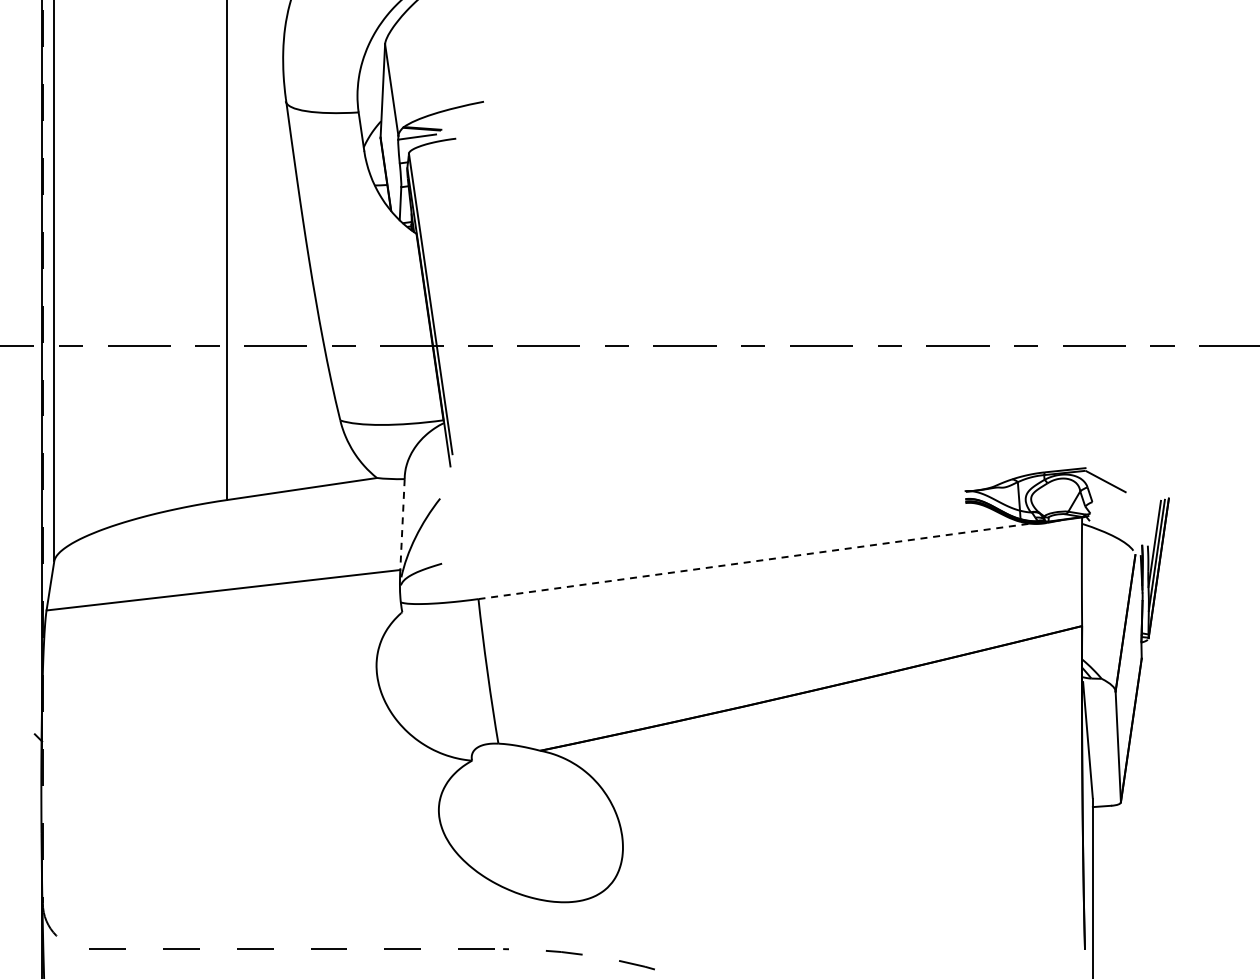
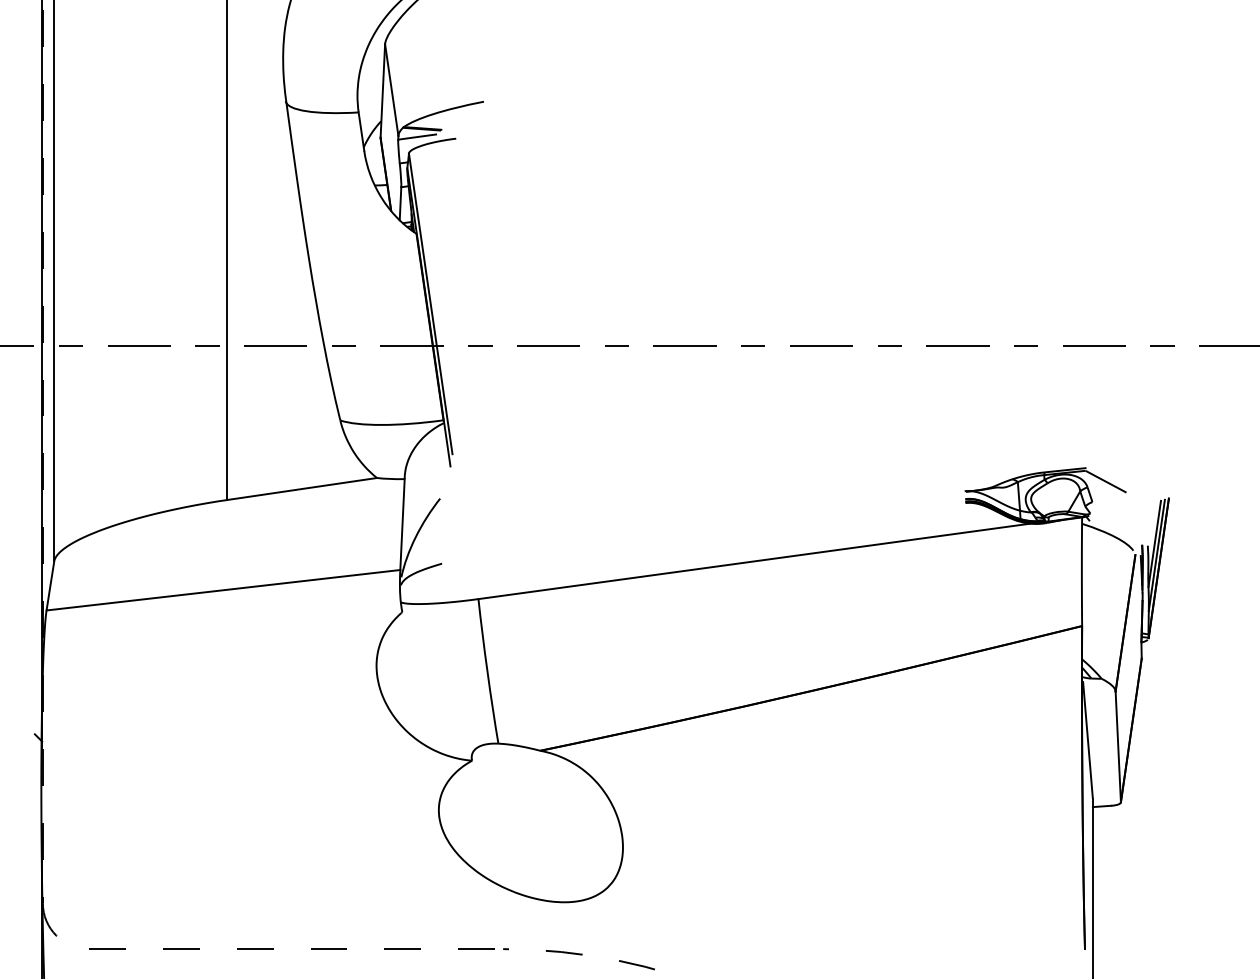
line at (402, 525): dashed -> solid
line at (754, 561): dashed -> solid
